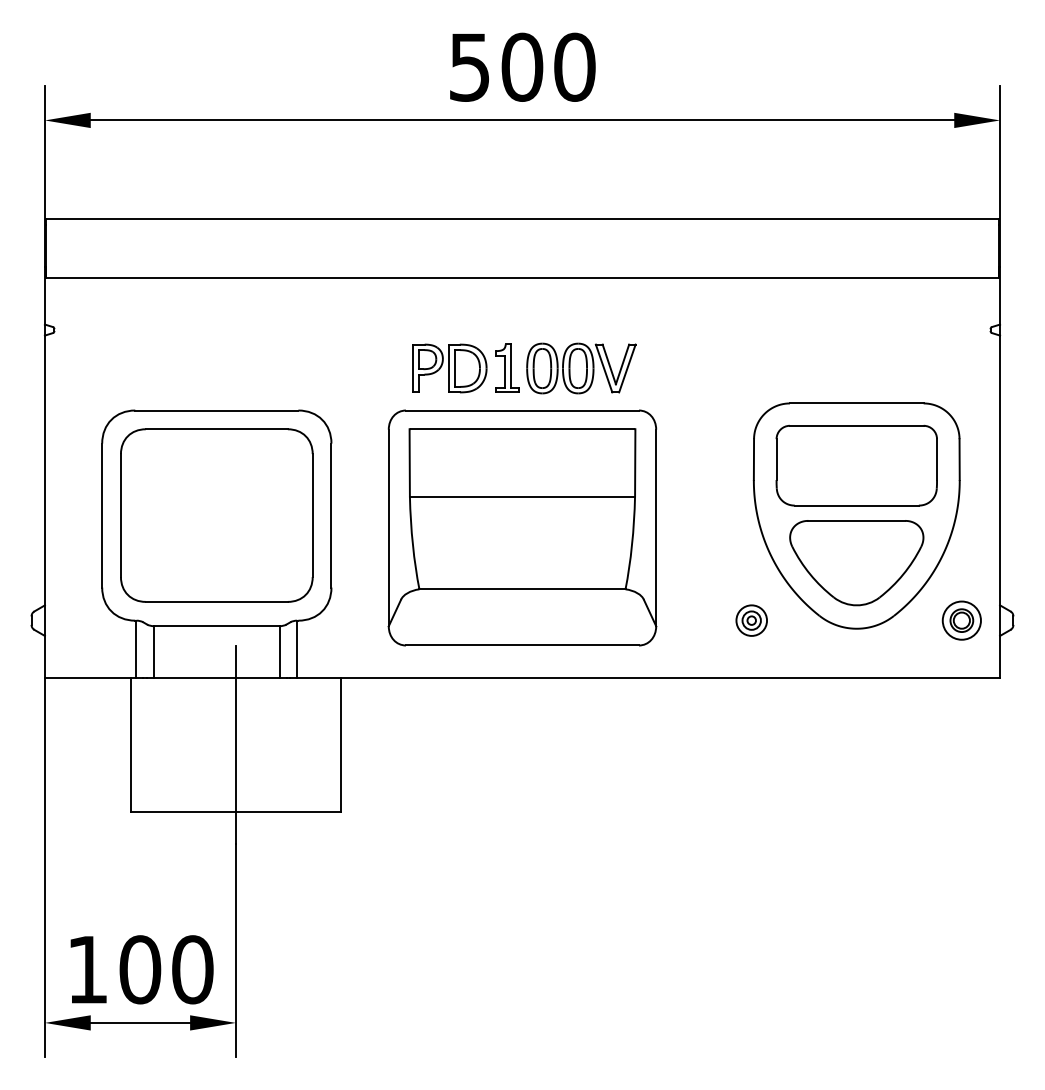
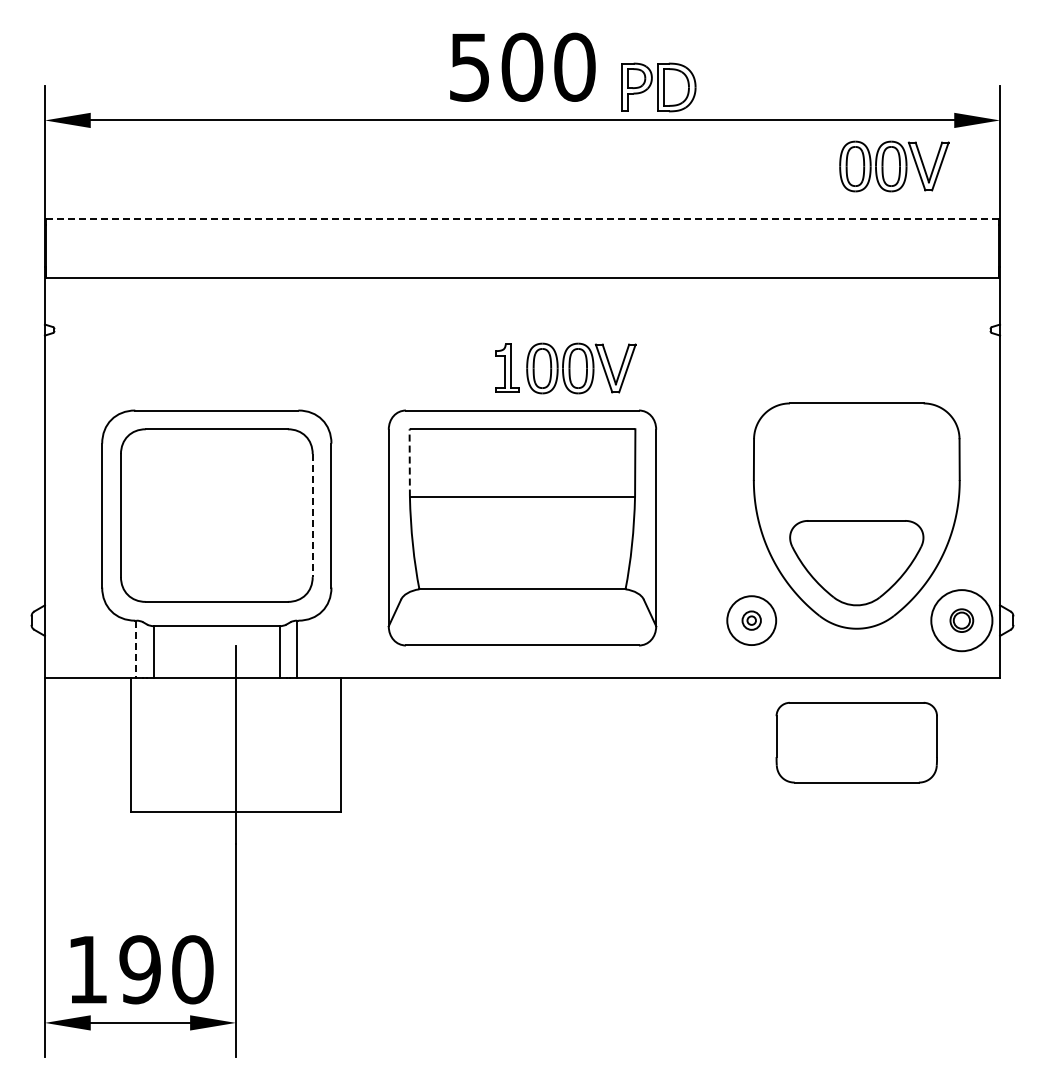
part at (894, 166): none -> present
line at (522, 219): solid -> dashed
part at (449, 368) position: (449, 368) -> (658, 87)
line at (409, 462): solid -> dashed
part at (856, 465) position: (856, 465) -> (856, 742)
line at (312, 515): solid -> dashed
circle at (751, 620) diameter: 31 px -> 49 px
circle at (961, 620) diameter: 38 px -> 61 px
line at (136, 649): solid -> dashed
text at (140, 969): 100 -> 190
